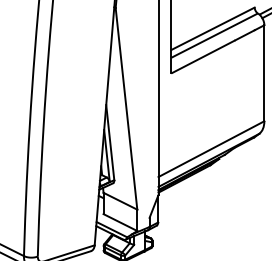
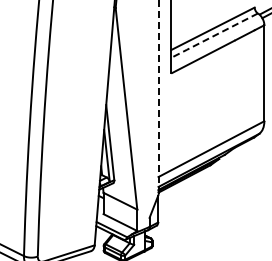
line at (213, 36): solid -> dashed
line at (158, 98): solid -> dashed
